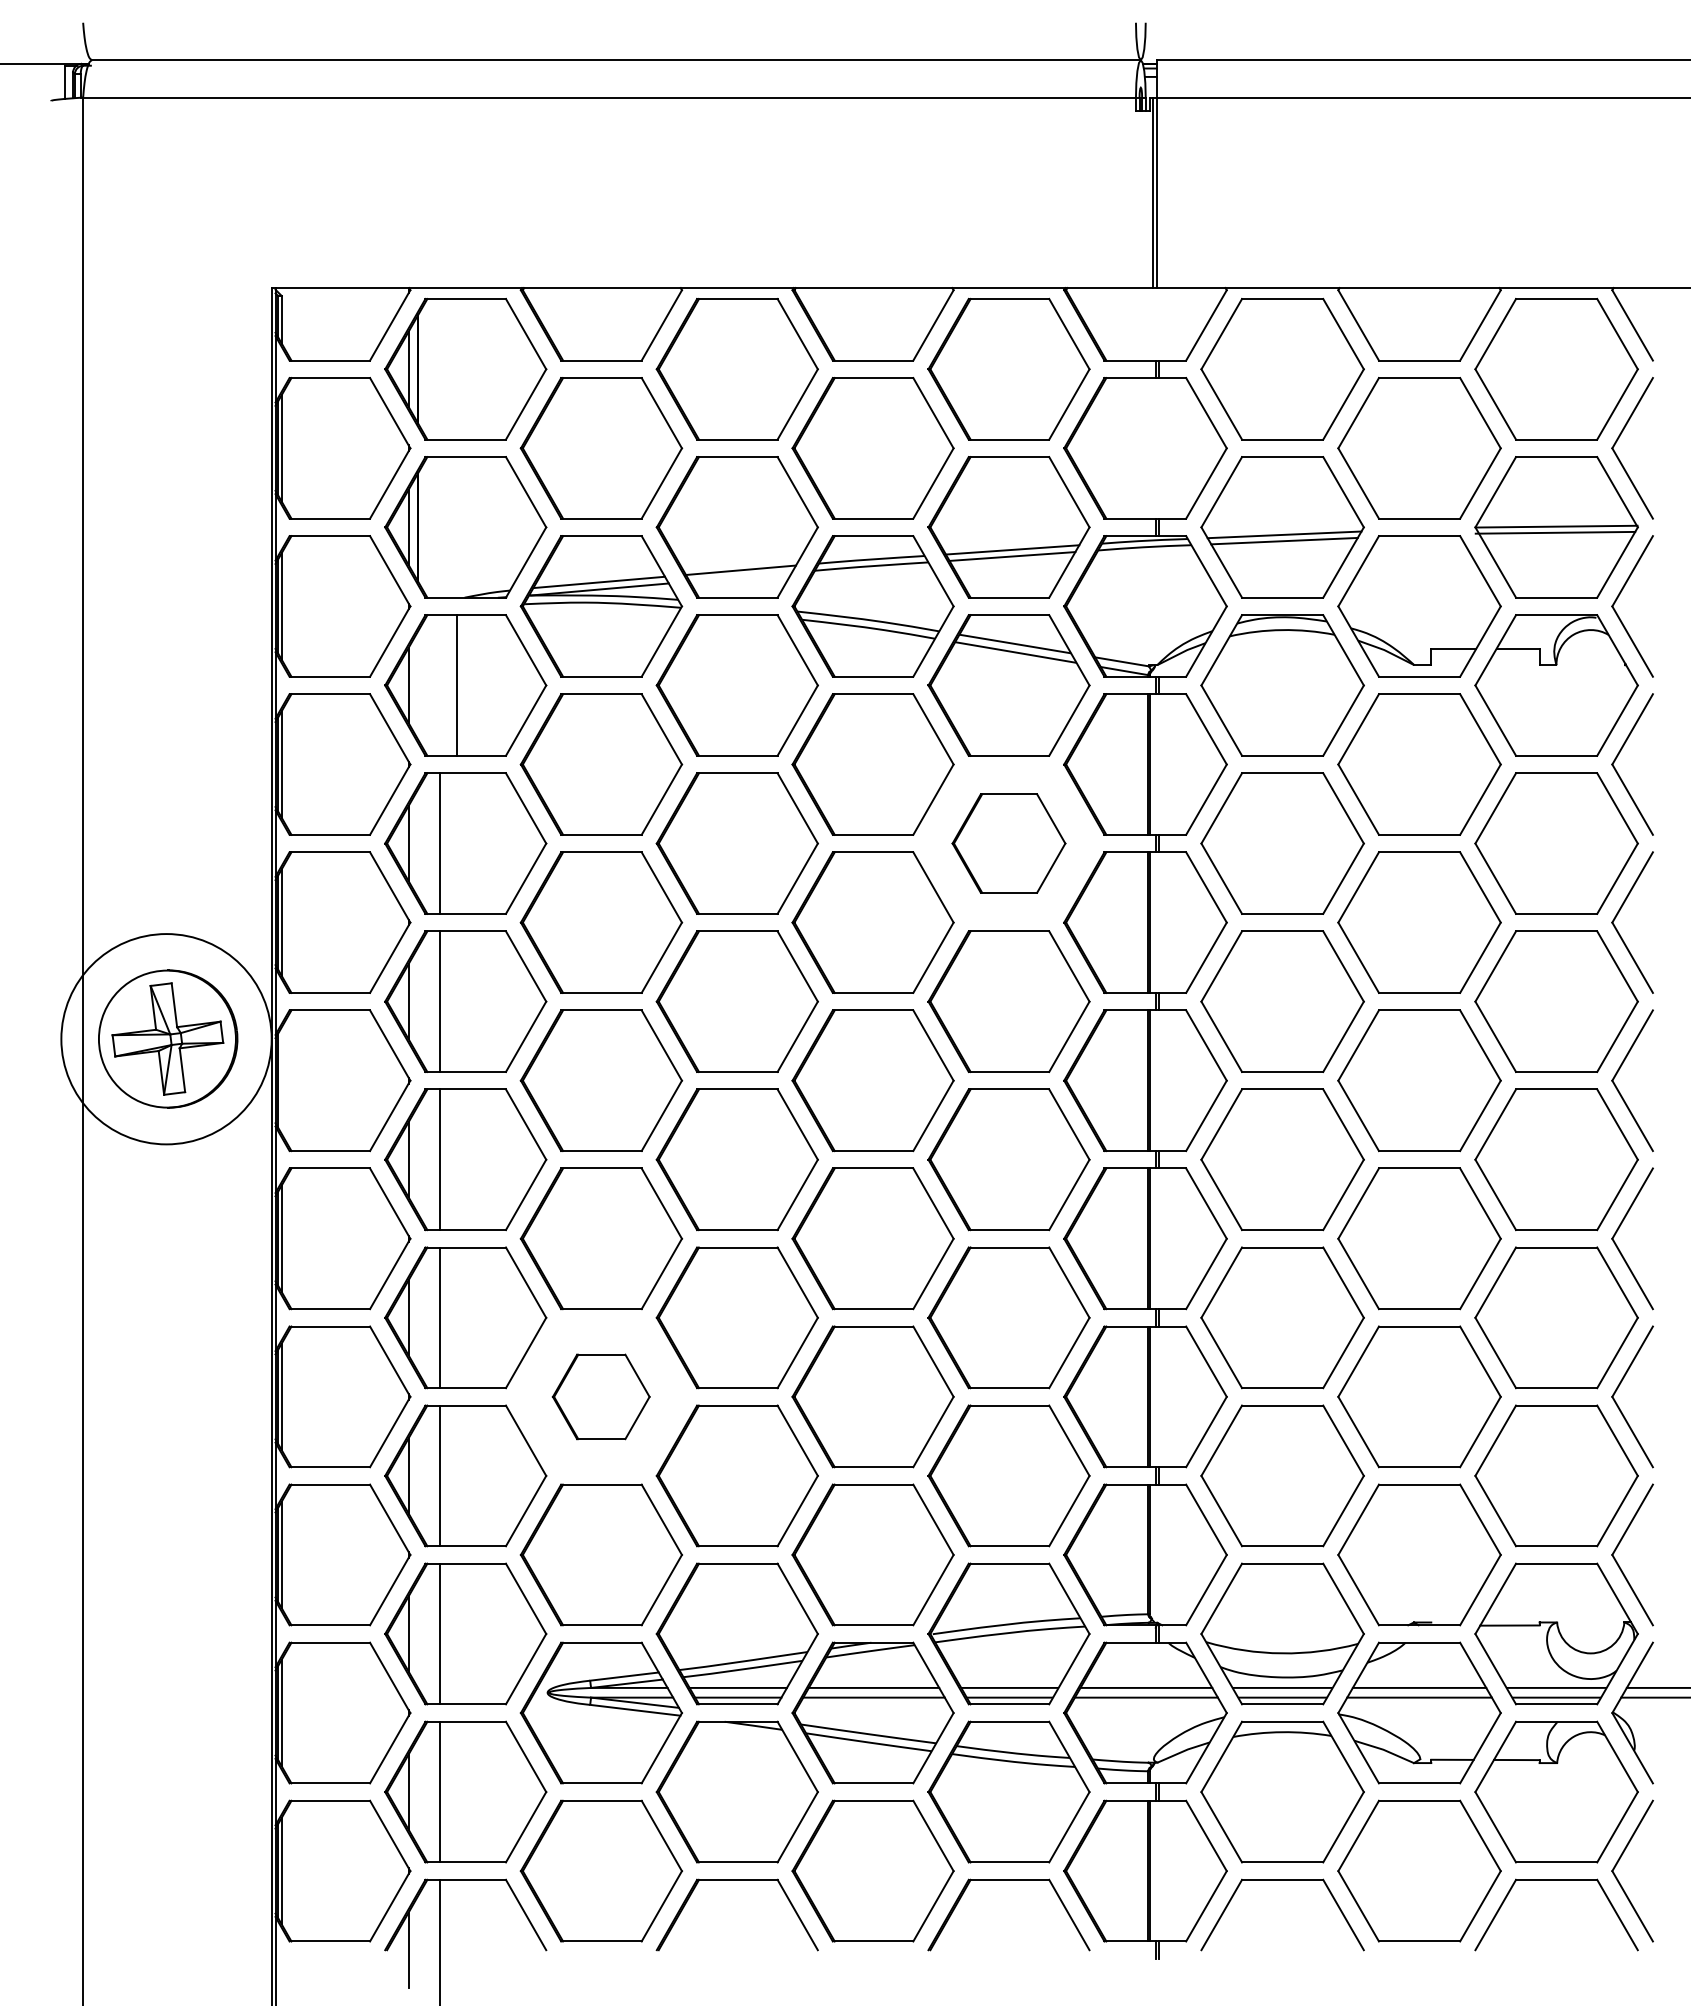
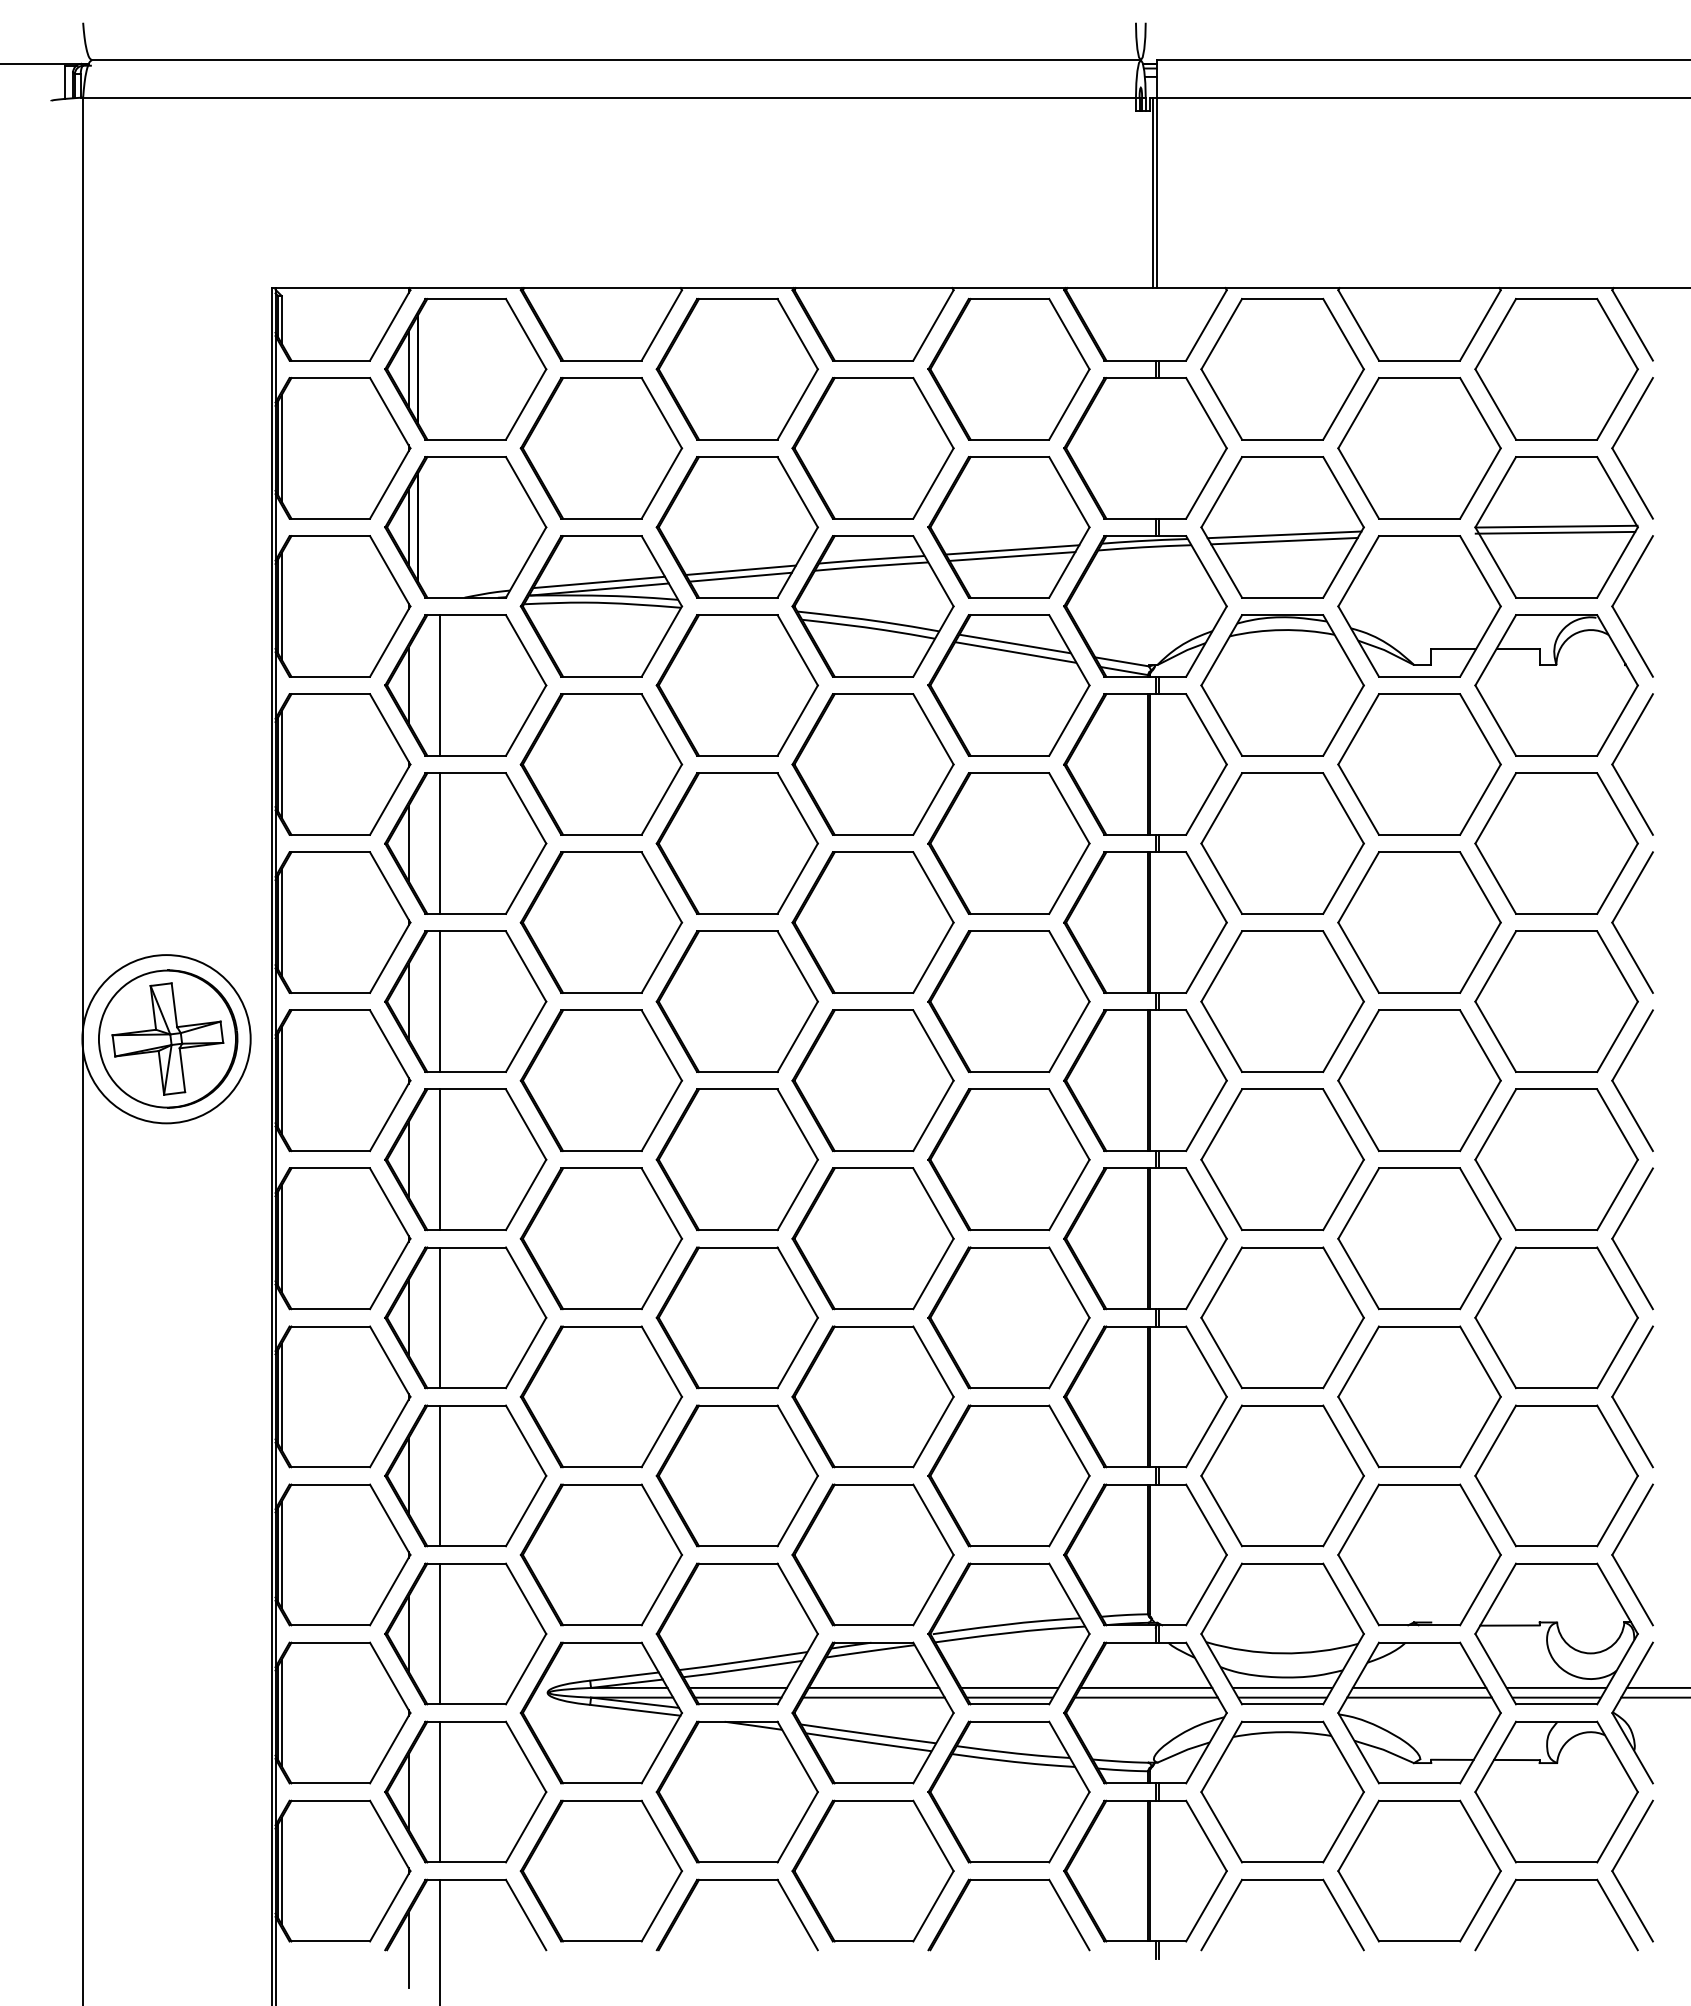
line at (740, 576): none -> present
line at (457, 685) position: (457, 685) -> (440, 685)
part at (1008, 843) size: 116x101 px -> 164x143 px
circle at (166, 1039) diameter: 210 px -> 168 px
line at (281, 1080): none -> present
part at (600, 1396) size: 100x88 px -> 164x144 px
